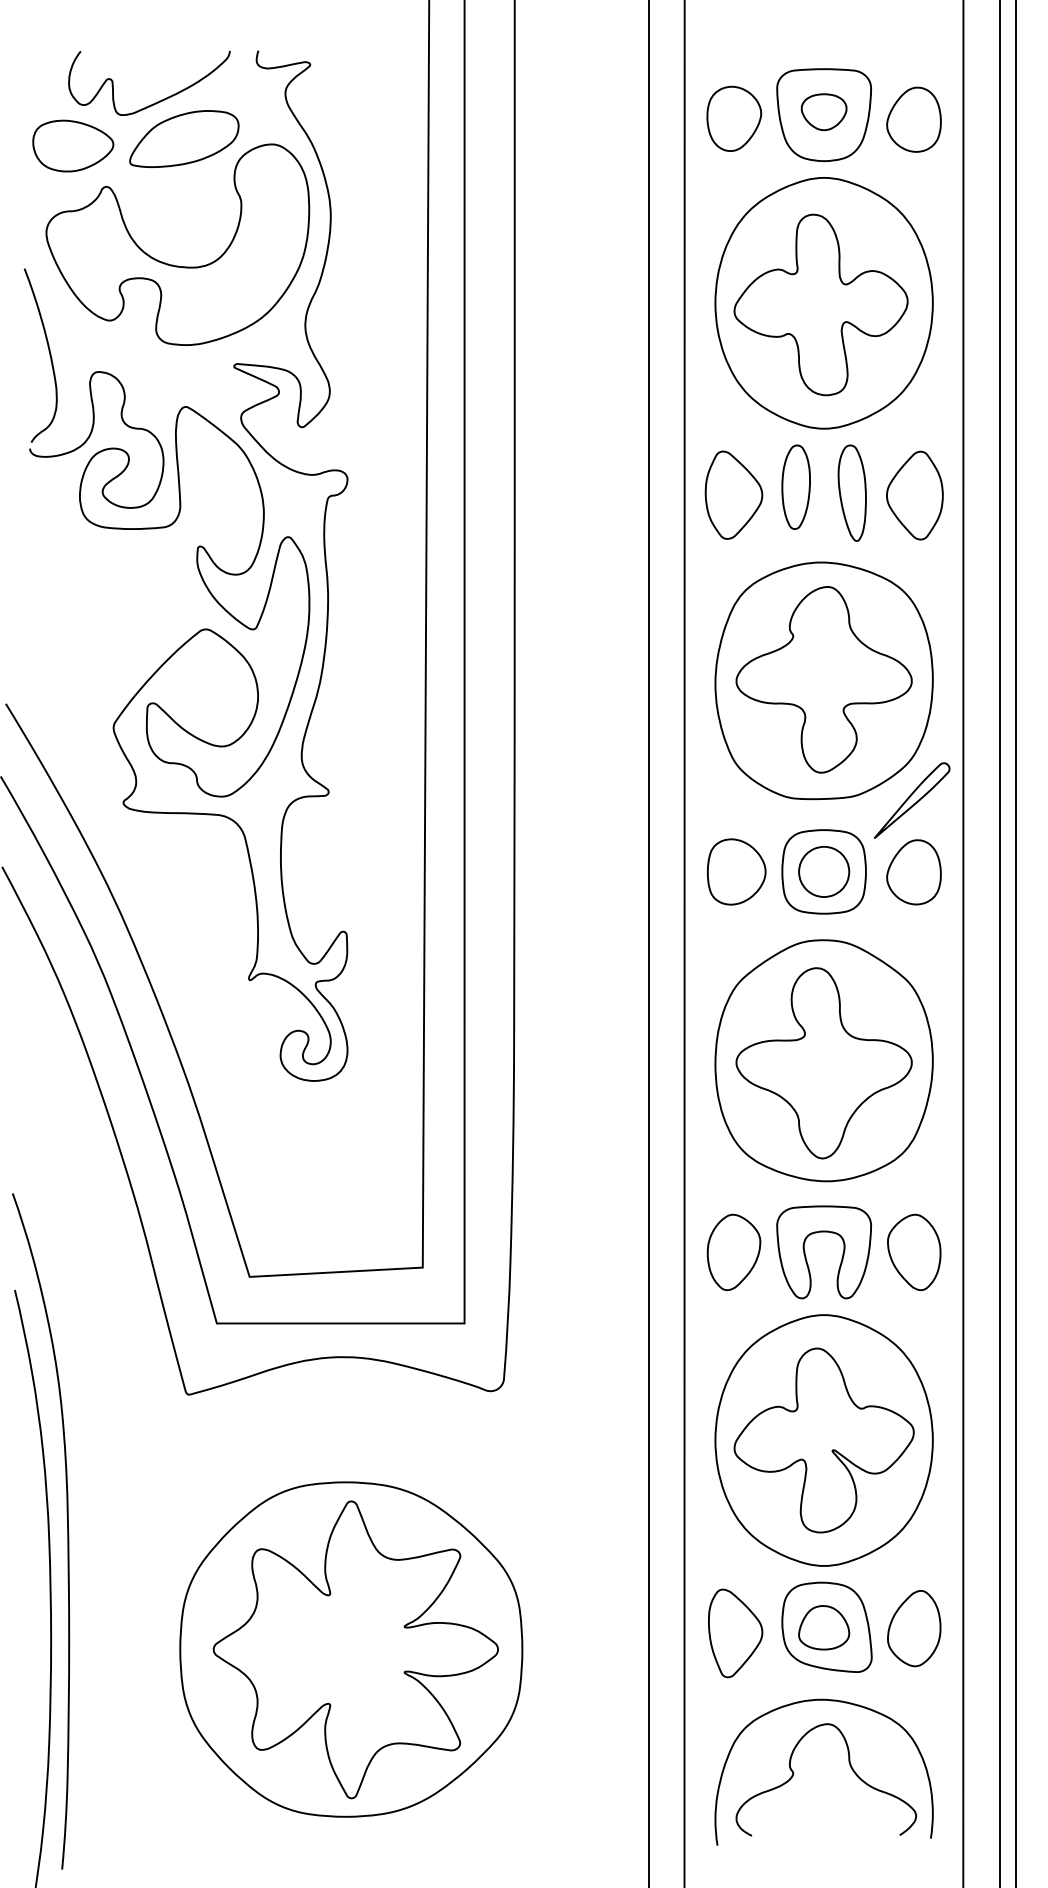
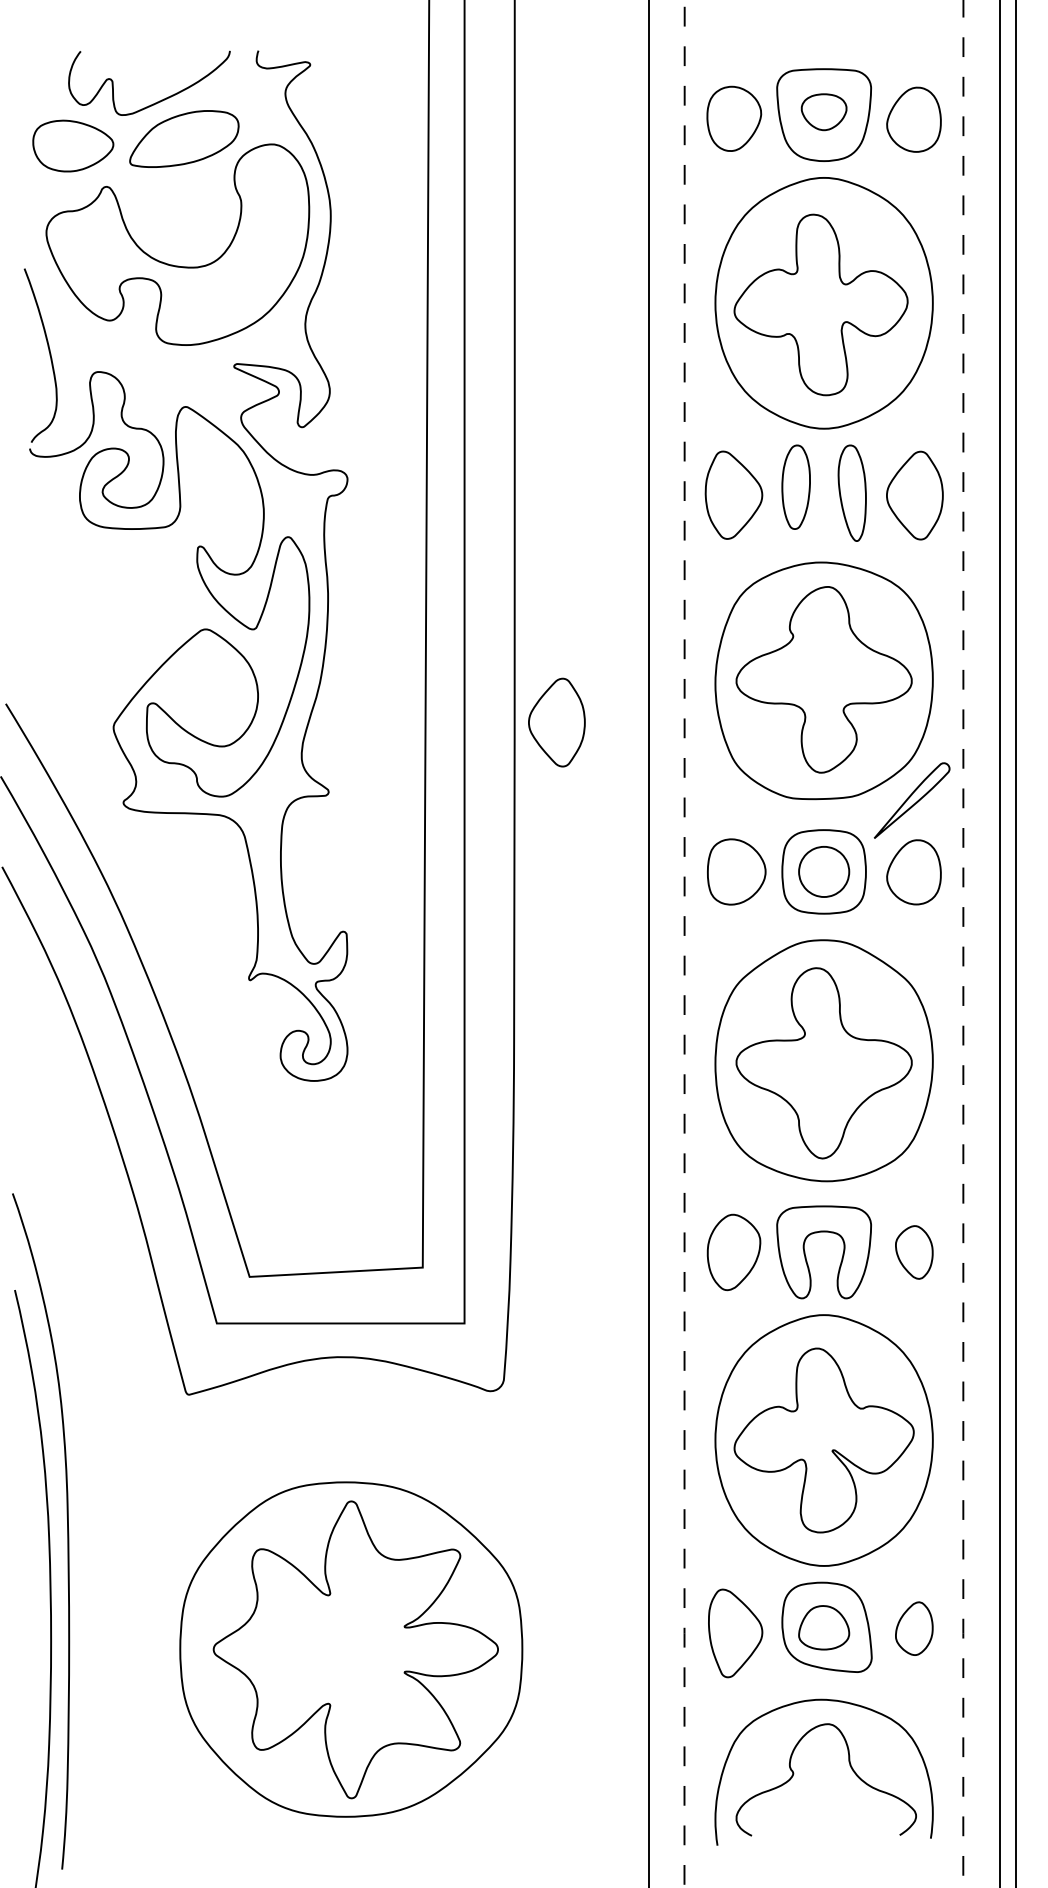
part at (556, 722): none -> present
line at (684, 944): solid -> dashed
line at (963, 944): solid -> dashed
part at (914, 1252) size: 55x79 px -> 39x55 px
part at (914, 1628) size: 55x78 px -> 39x55 px
